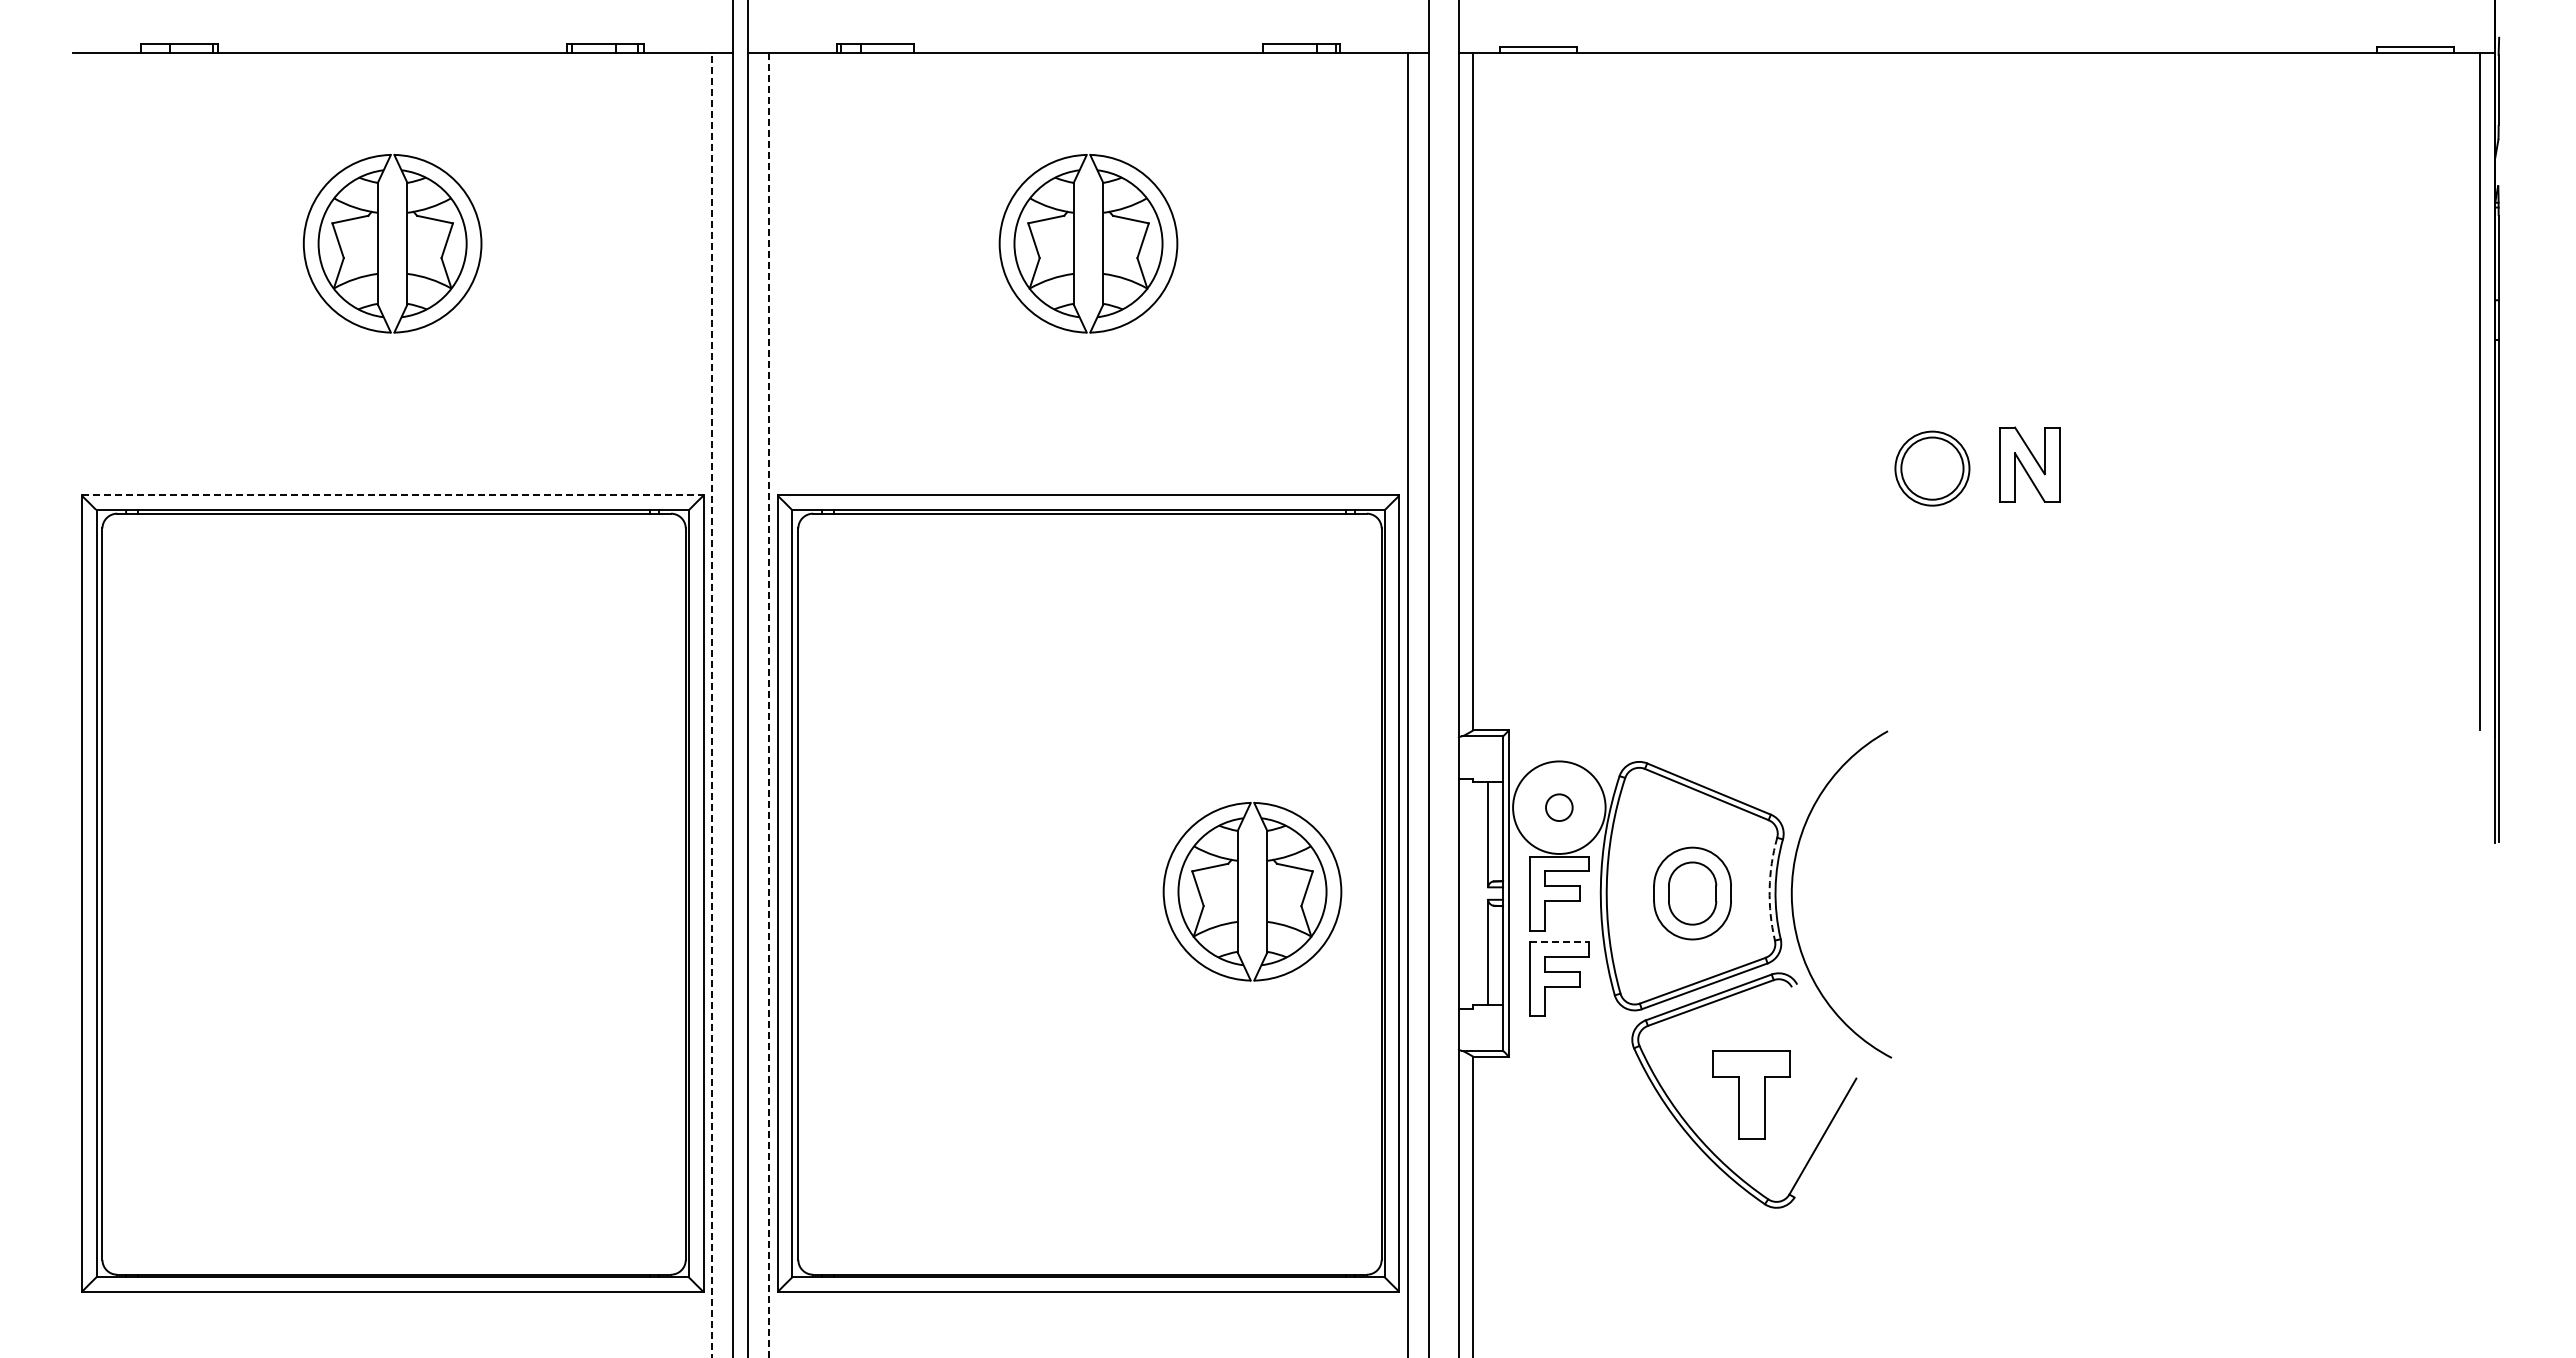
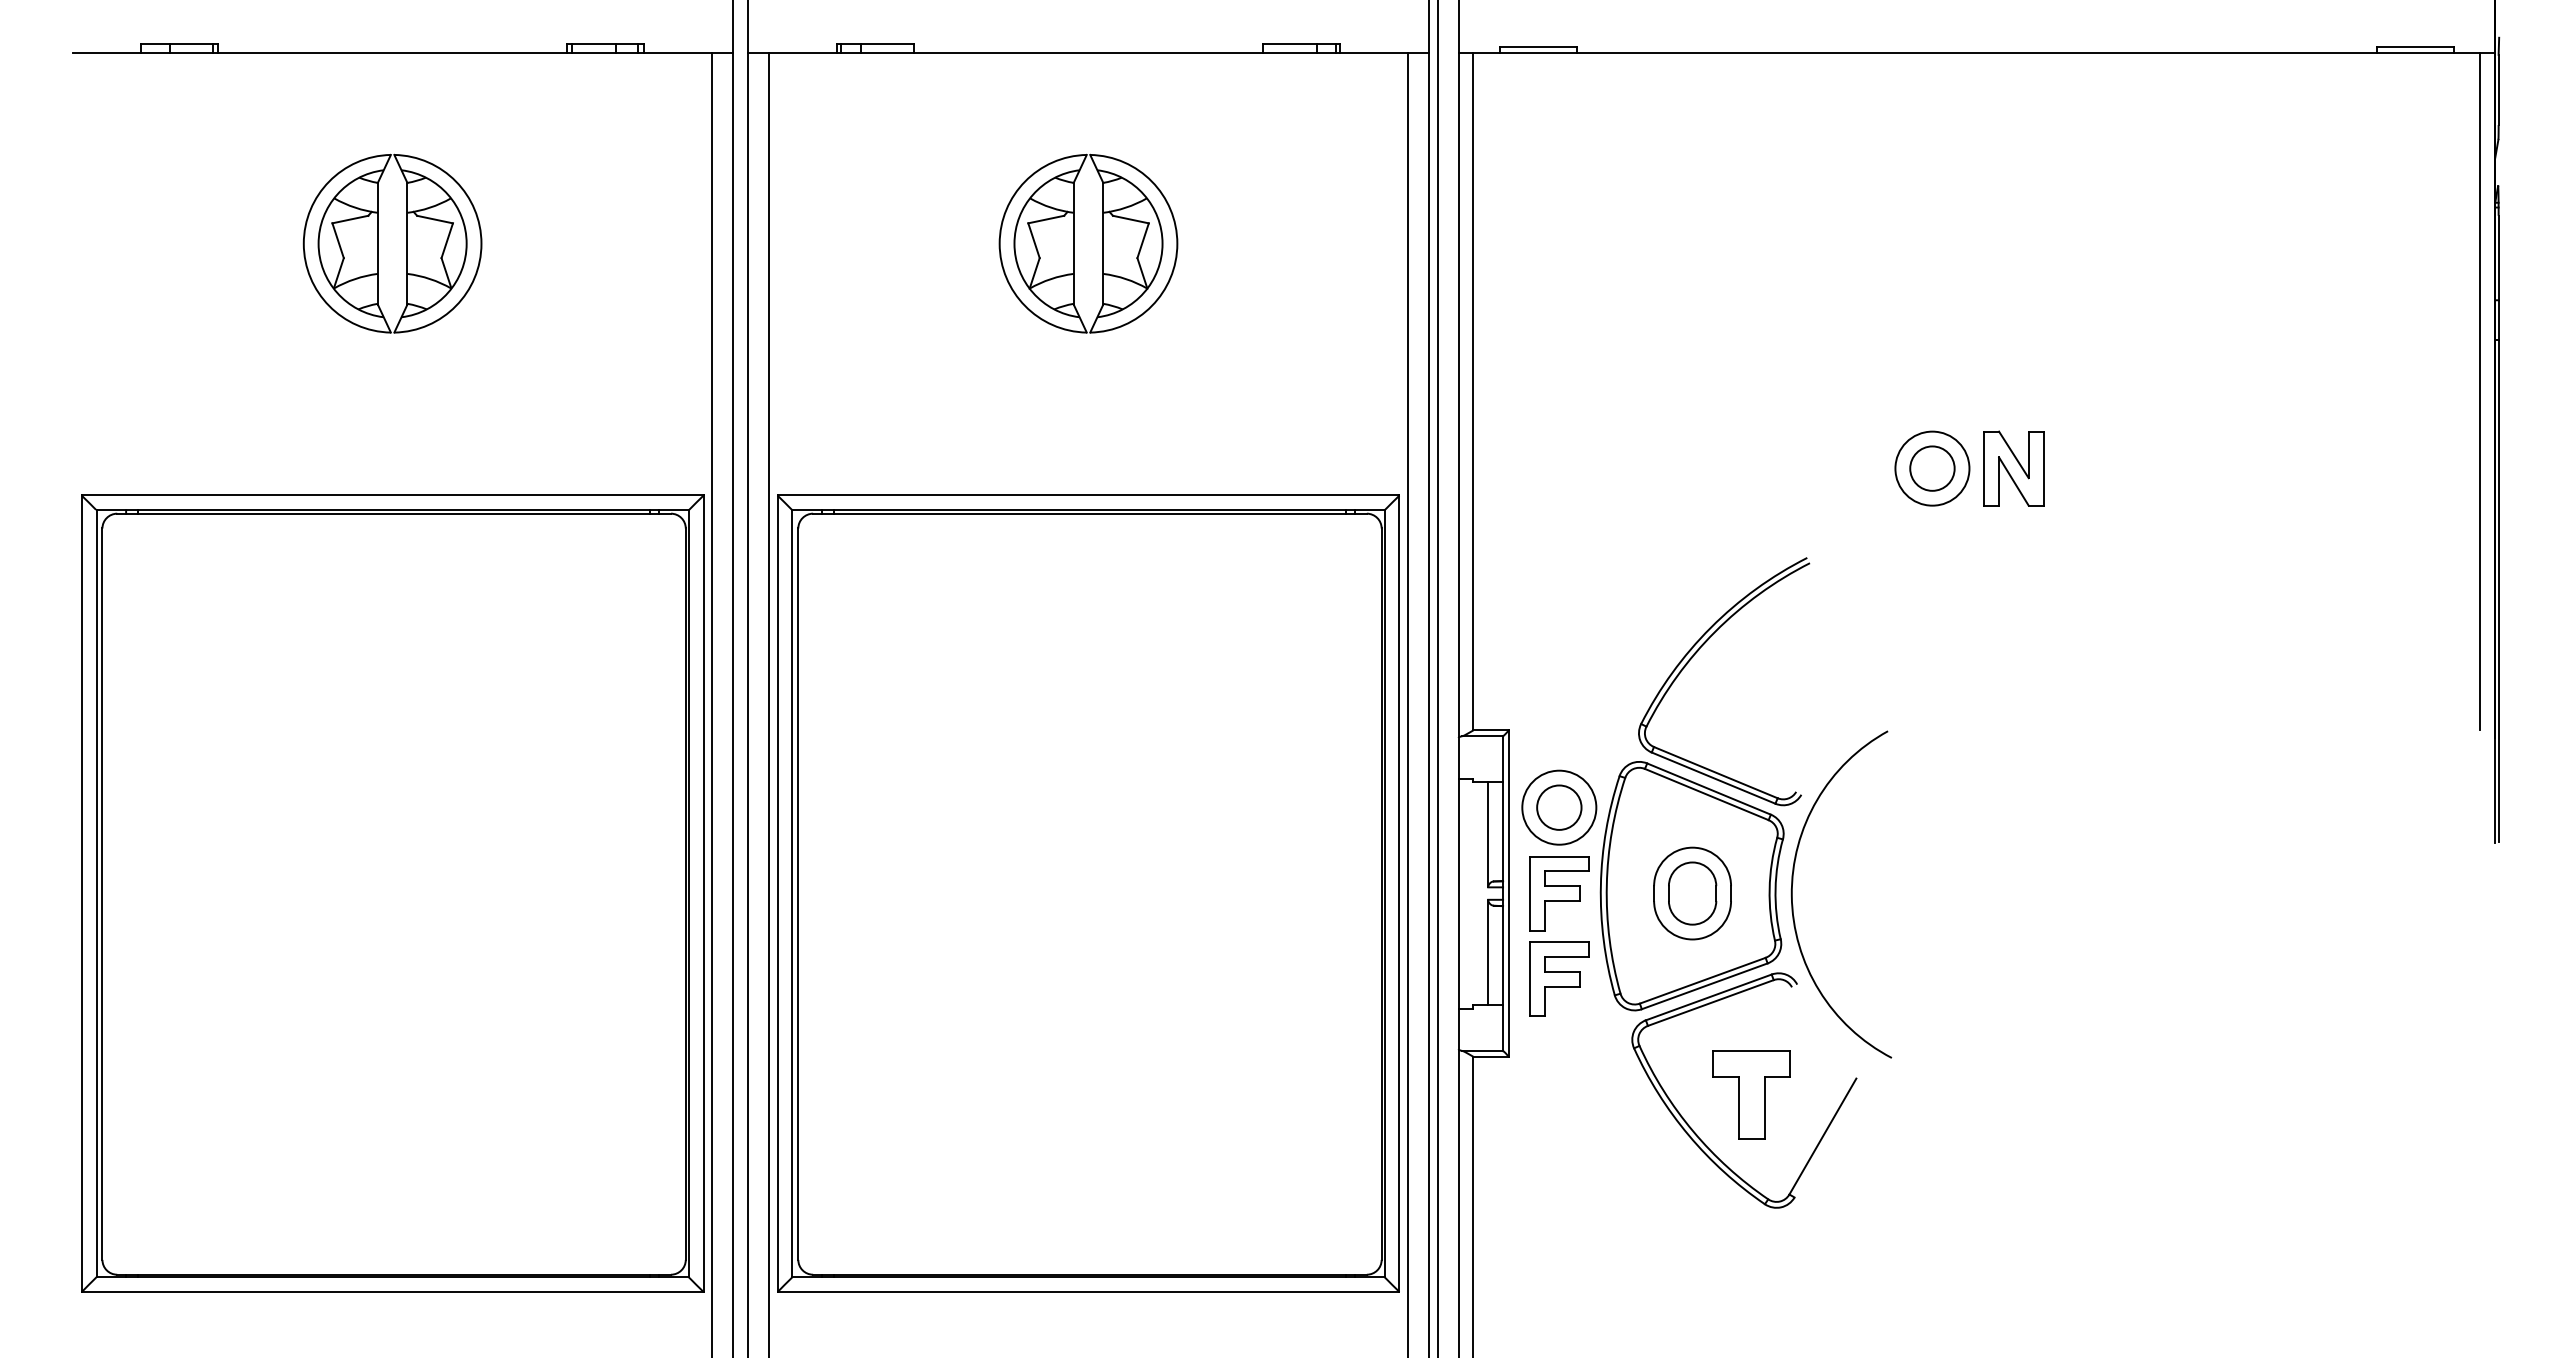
part at (2029, 464) position: (2029, 464) -> (2013, 468)
circle at (1932, 468) diameter: 62 px -> 44 px
line at (392, 495): dashed -> solid
part at (1693, 657): none -> present
line at (1437, 678): none -> present
line at (712, 704): dashed -> solid
line at (768, 705): dashed -> solid
circle at (1559, 807) diameter: 27 px -> 44 px
circle at (1559, 807) diameter: 93 px -> 74 px
arc at (1769, 889): dashed -> solid
part at (1238, 891): present -> none
line at (1559, 942): dashed -> solid
